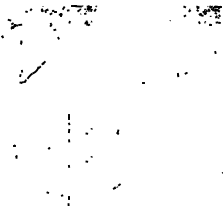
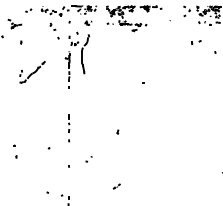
part at (134, 18): none -> present
part at (77, 59): none -> present
part at (182, 74) position: (182, 74) -> (196, 42)
part at (88, 131): present -> none
